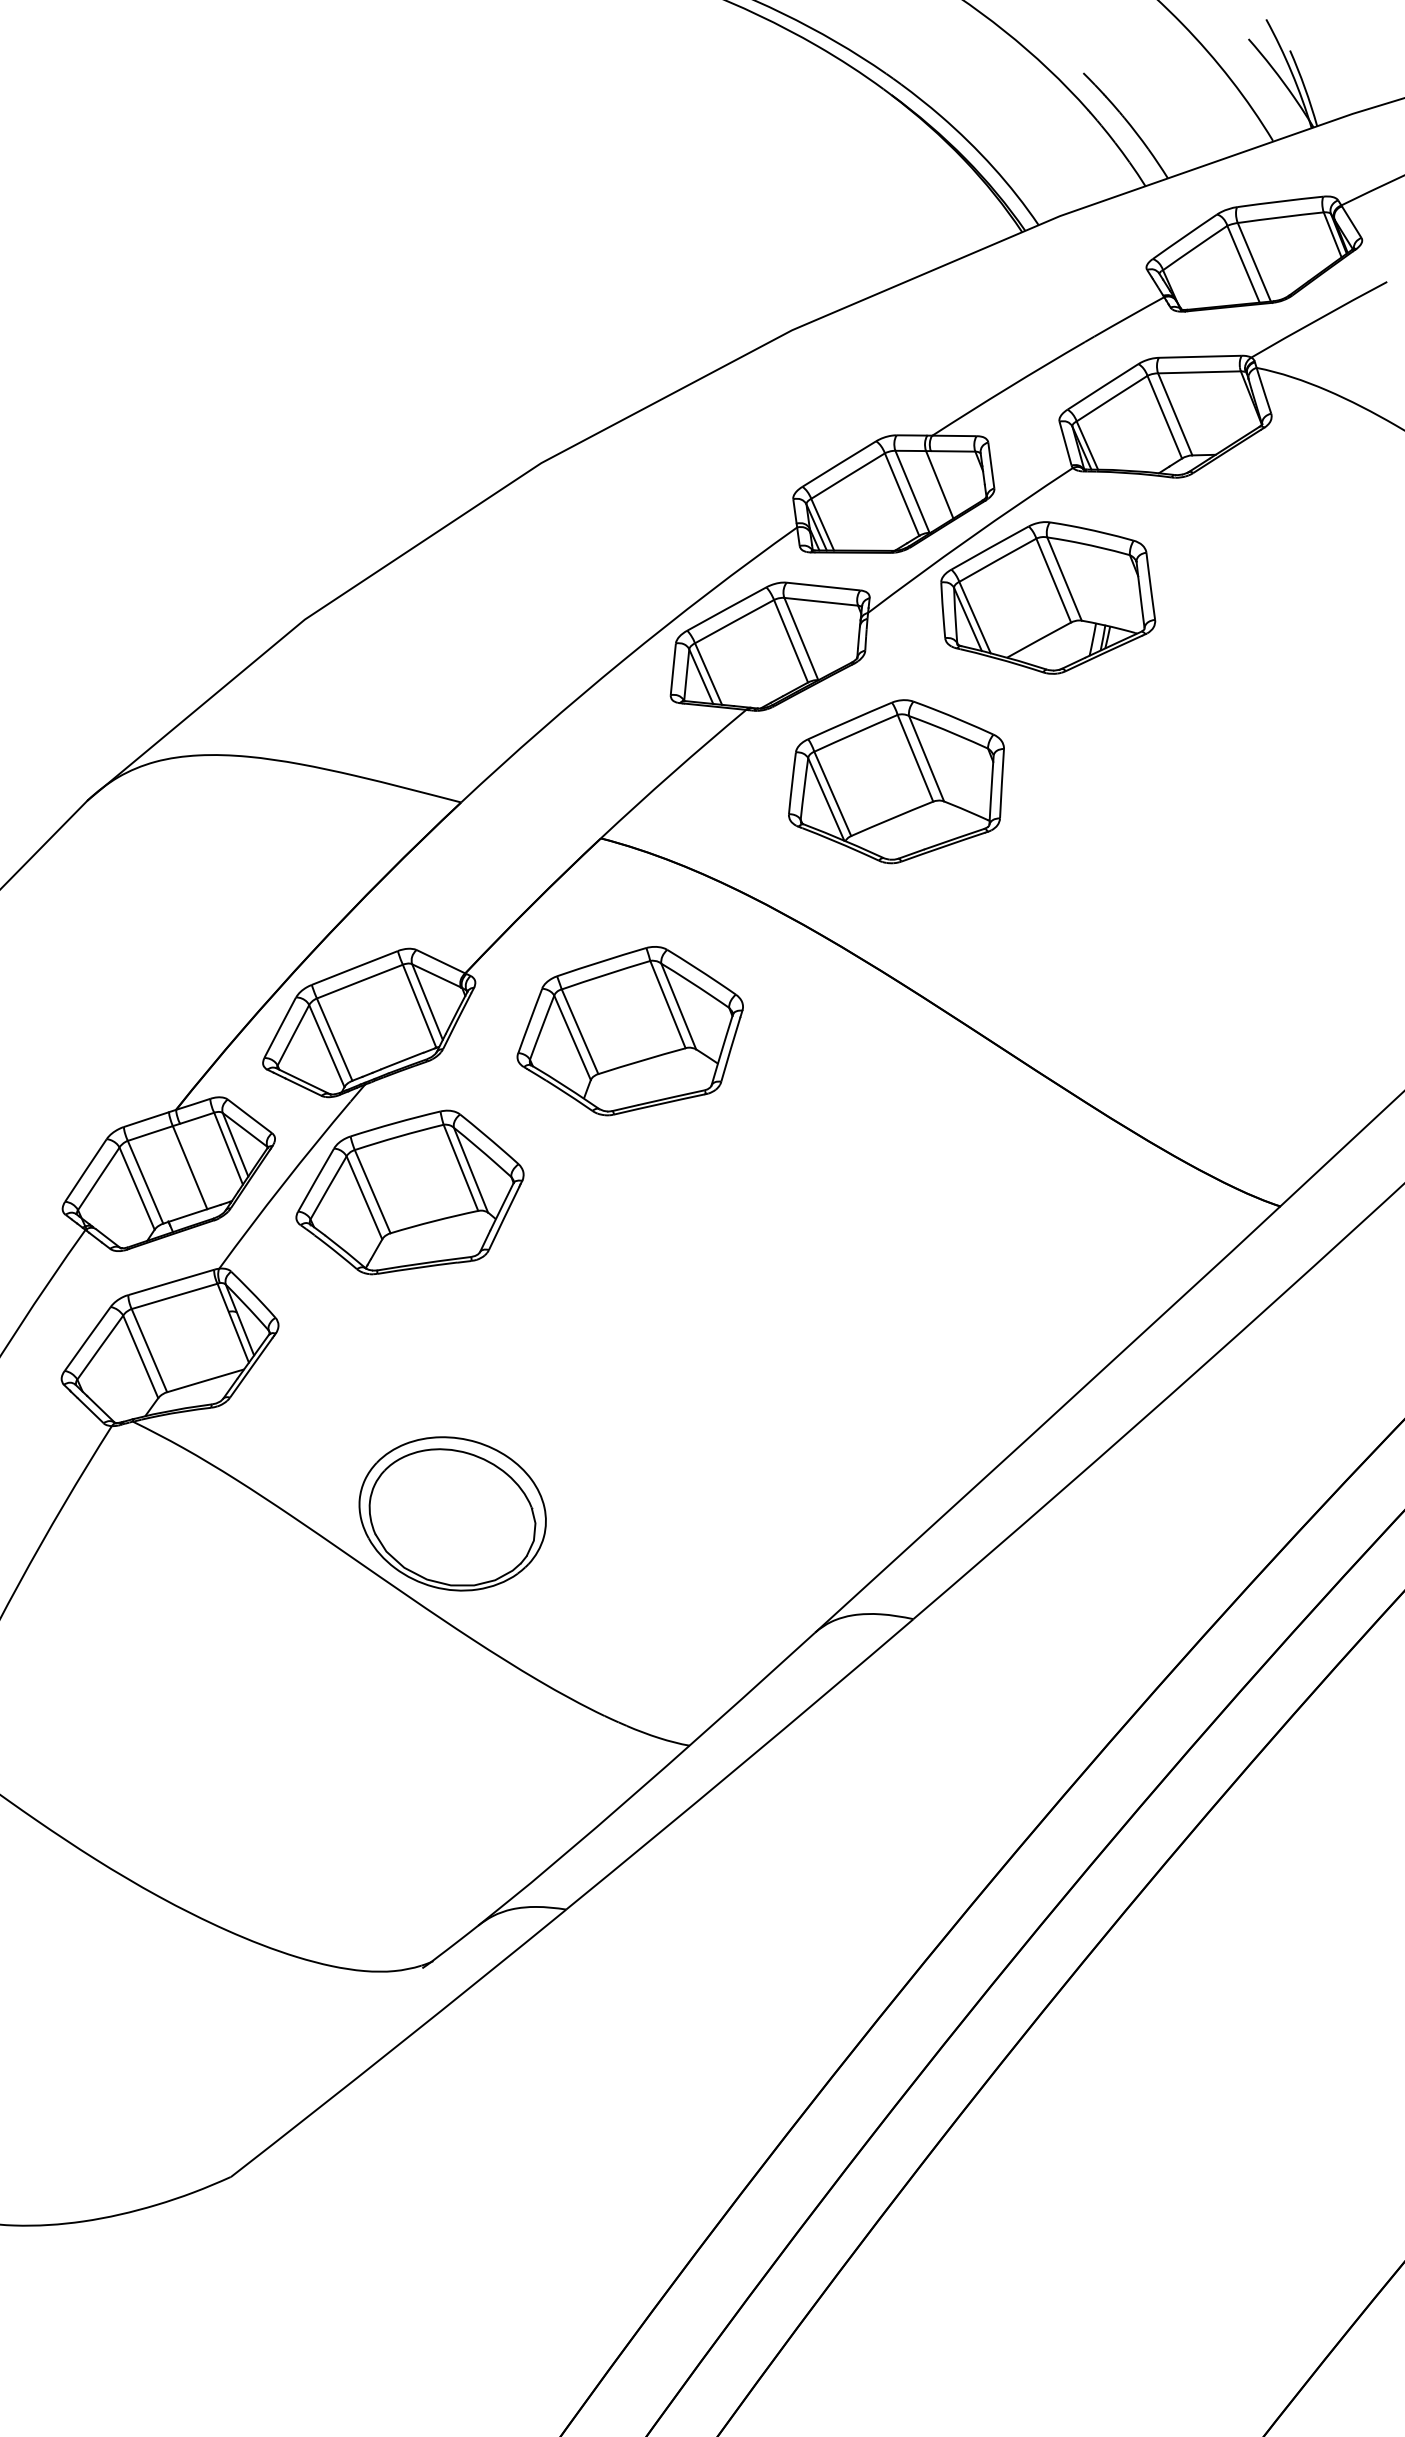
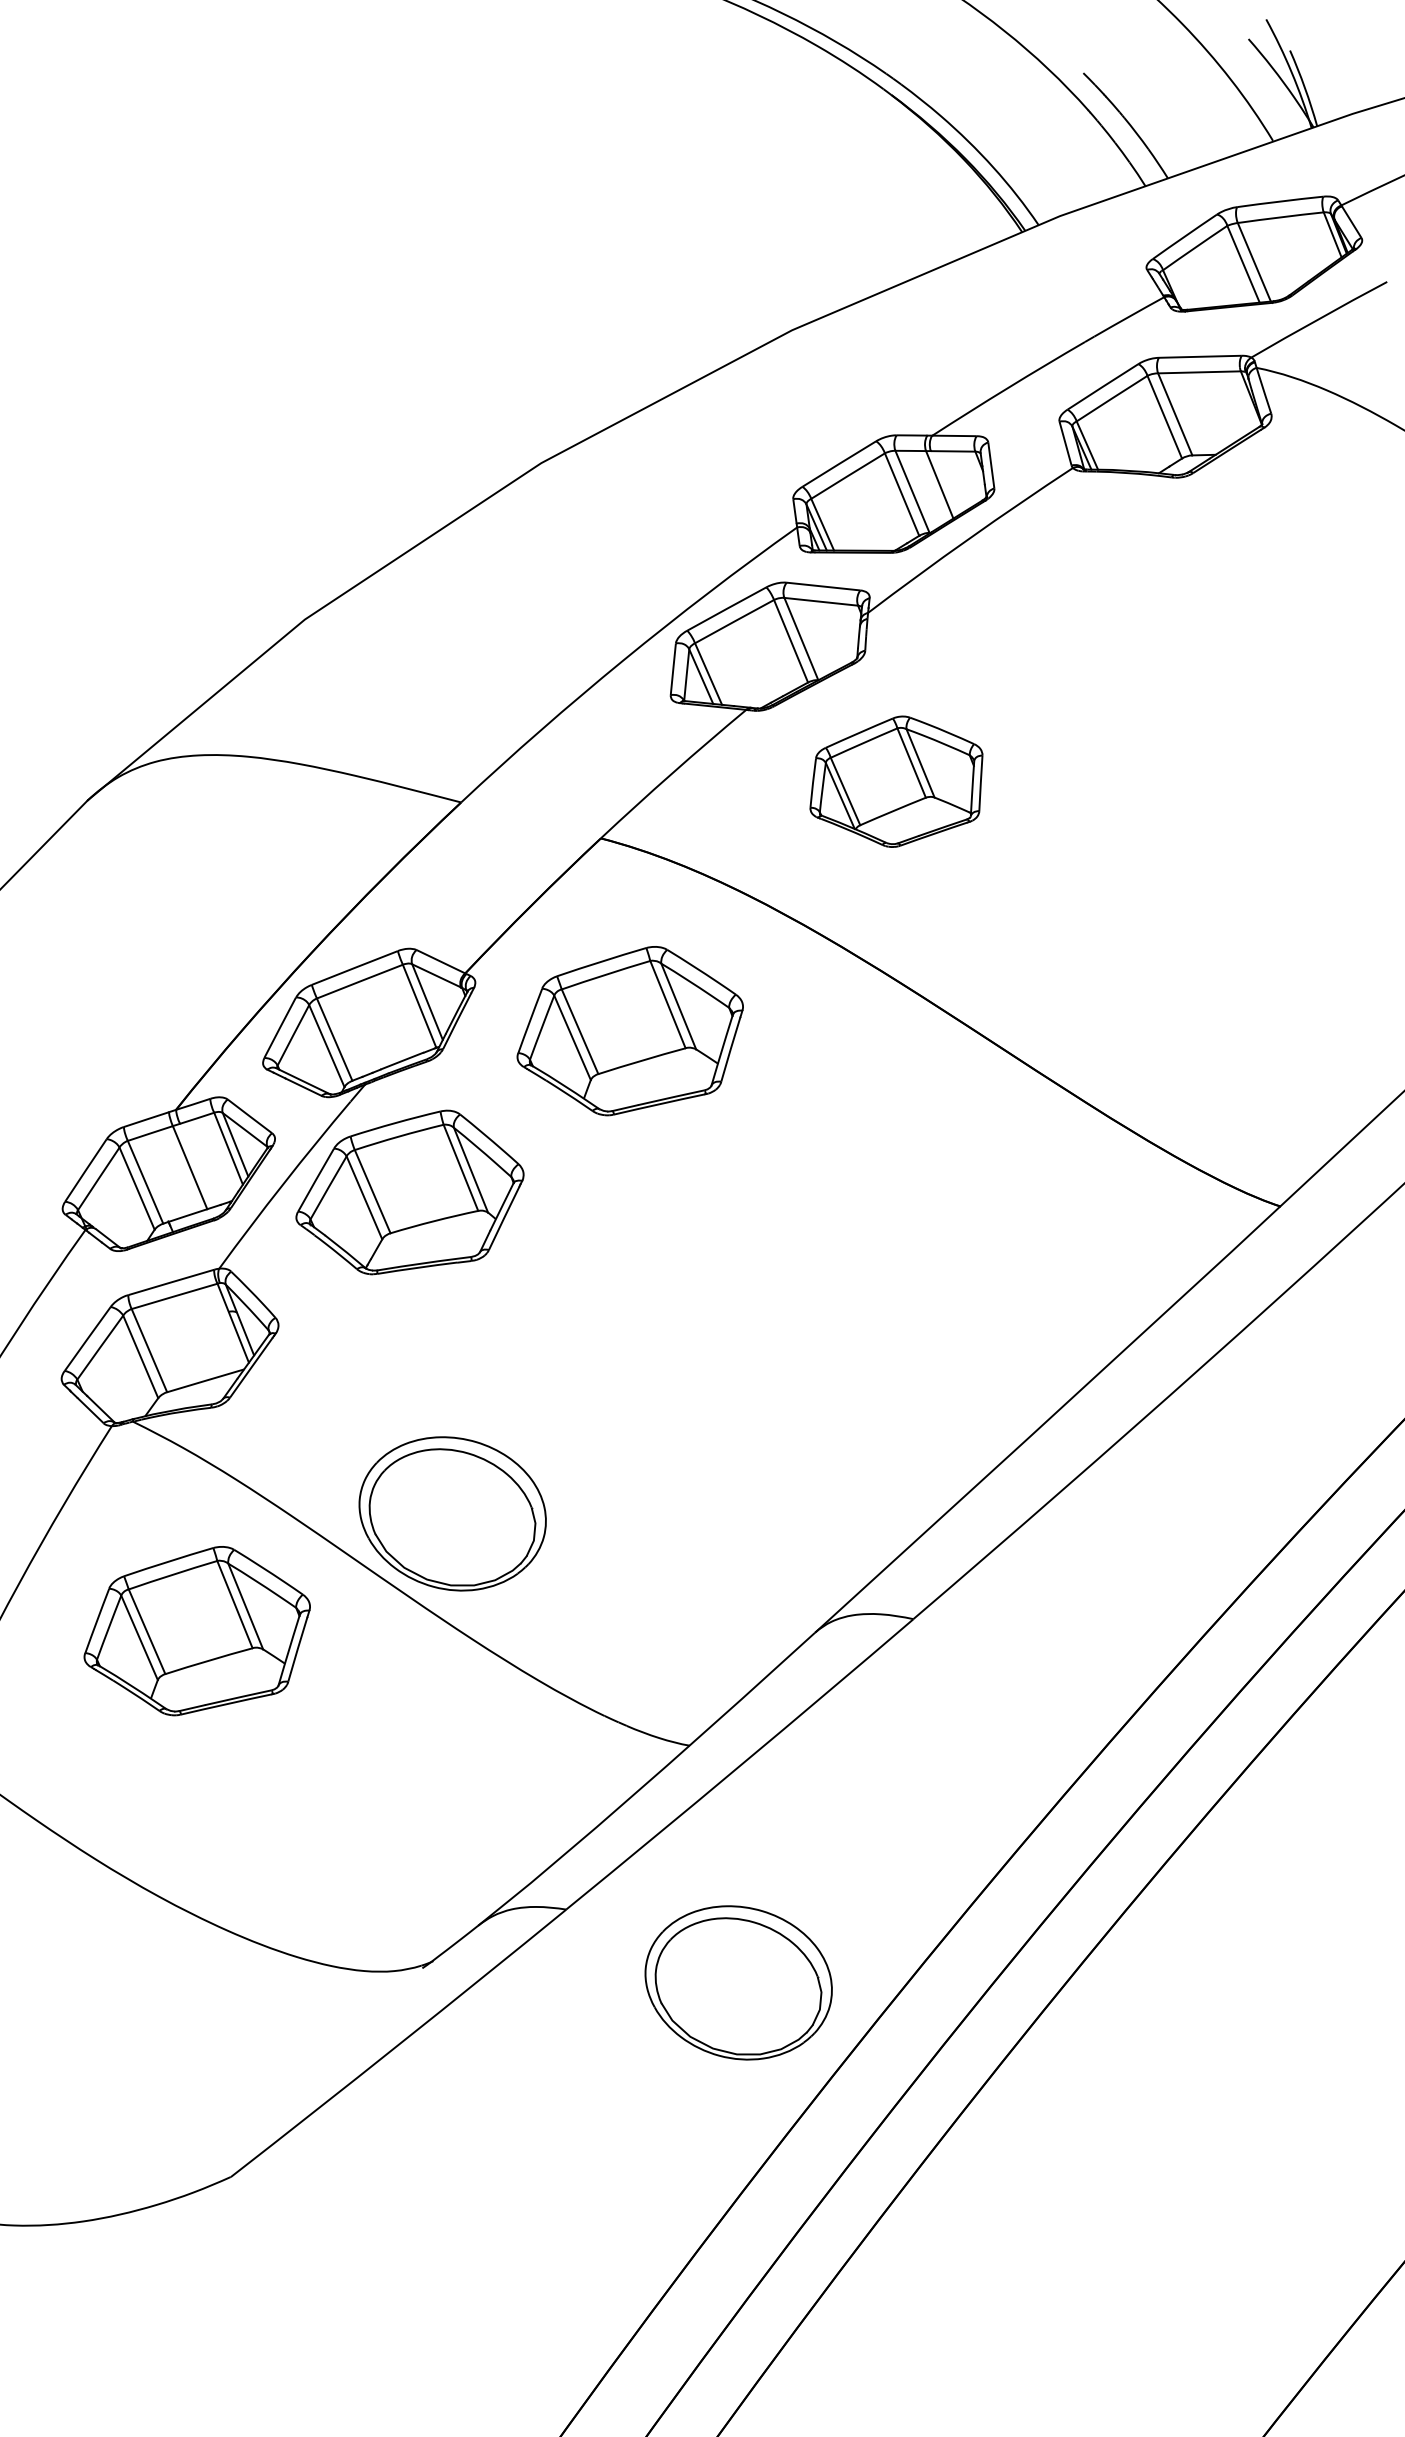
part at (1048, 597): present -> none
part at (896, 781) size: 217x166 px -> 175x133 px
part at (196, 1631): none -> present
part at (738, 1982): none -> present
